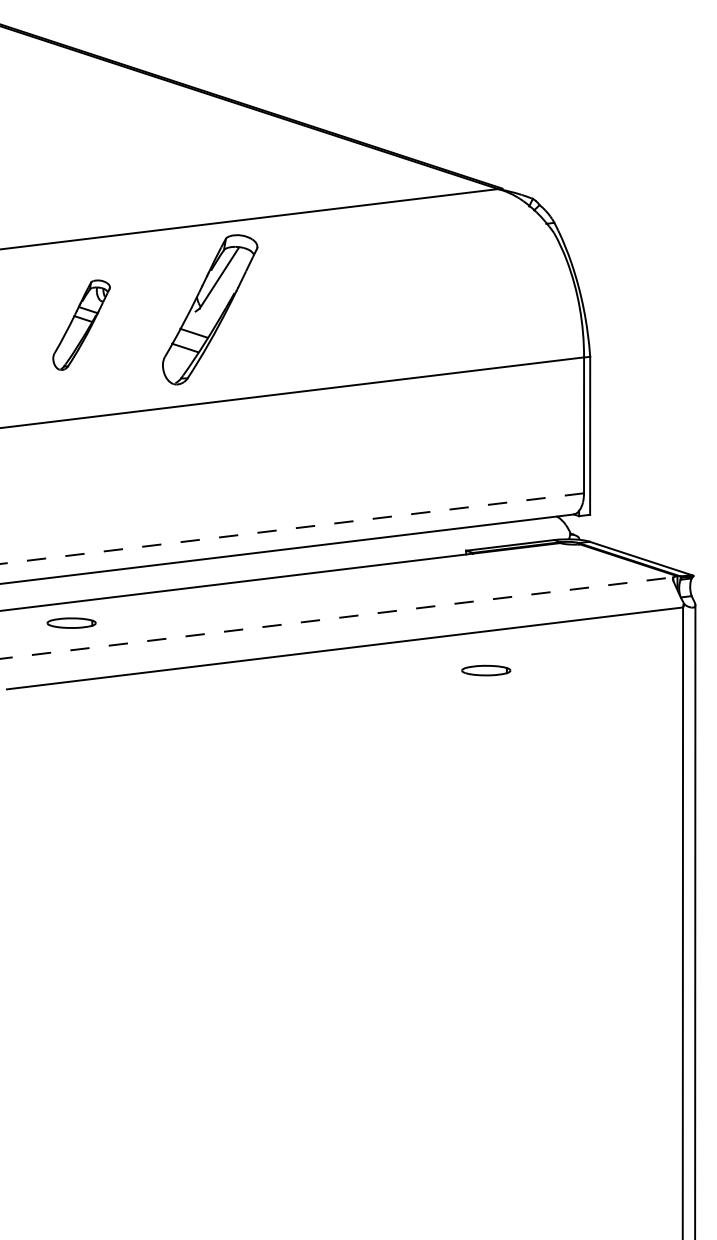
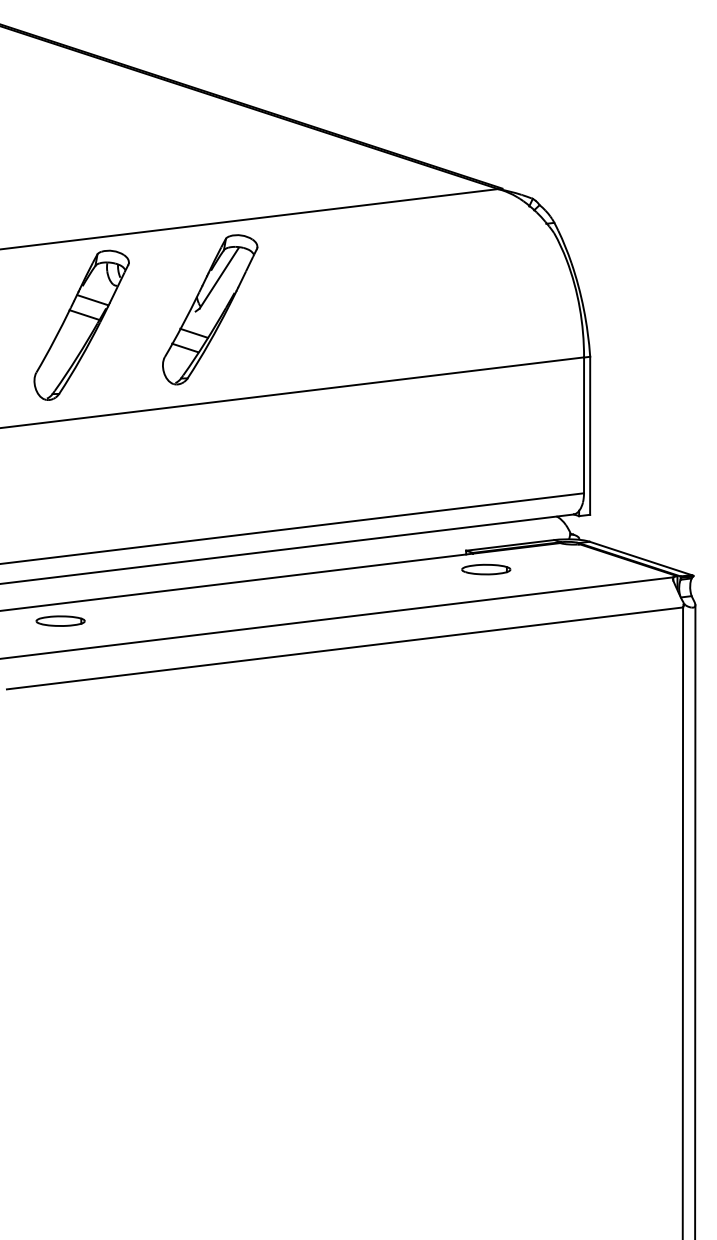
part at (81, 324) size: 59x92 px -> 97x152 px
line at (292, 528): dashed -> solid
line at (336, 618): dashed -> solid
part at (71, 622) position: (71, 622) -> (60, 620)
part at (486, 670) position: (486, 670) -> (486, 569)
